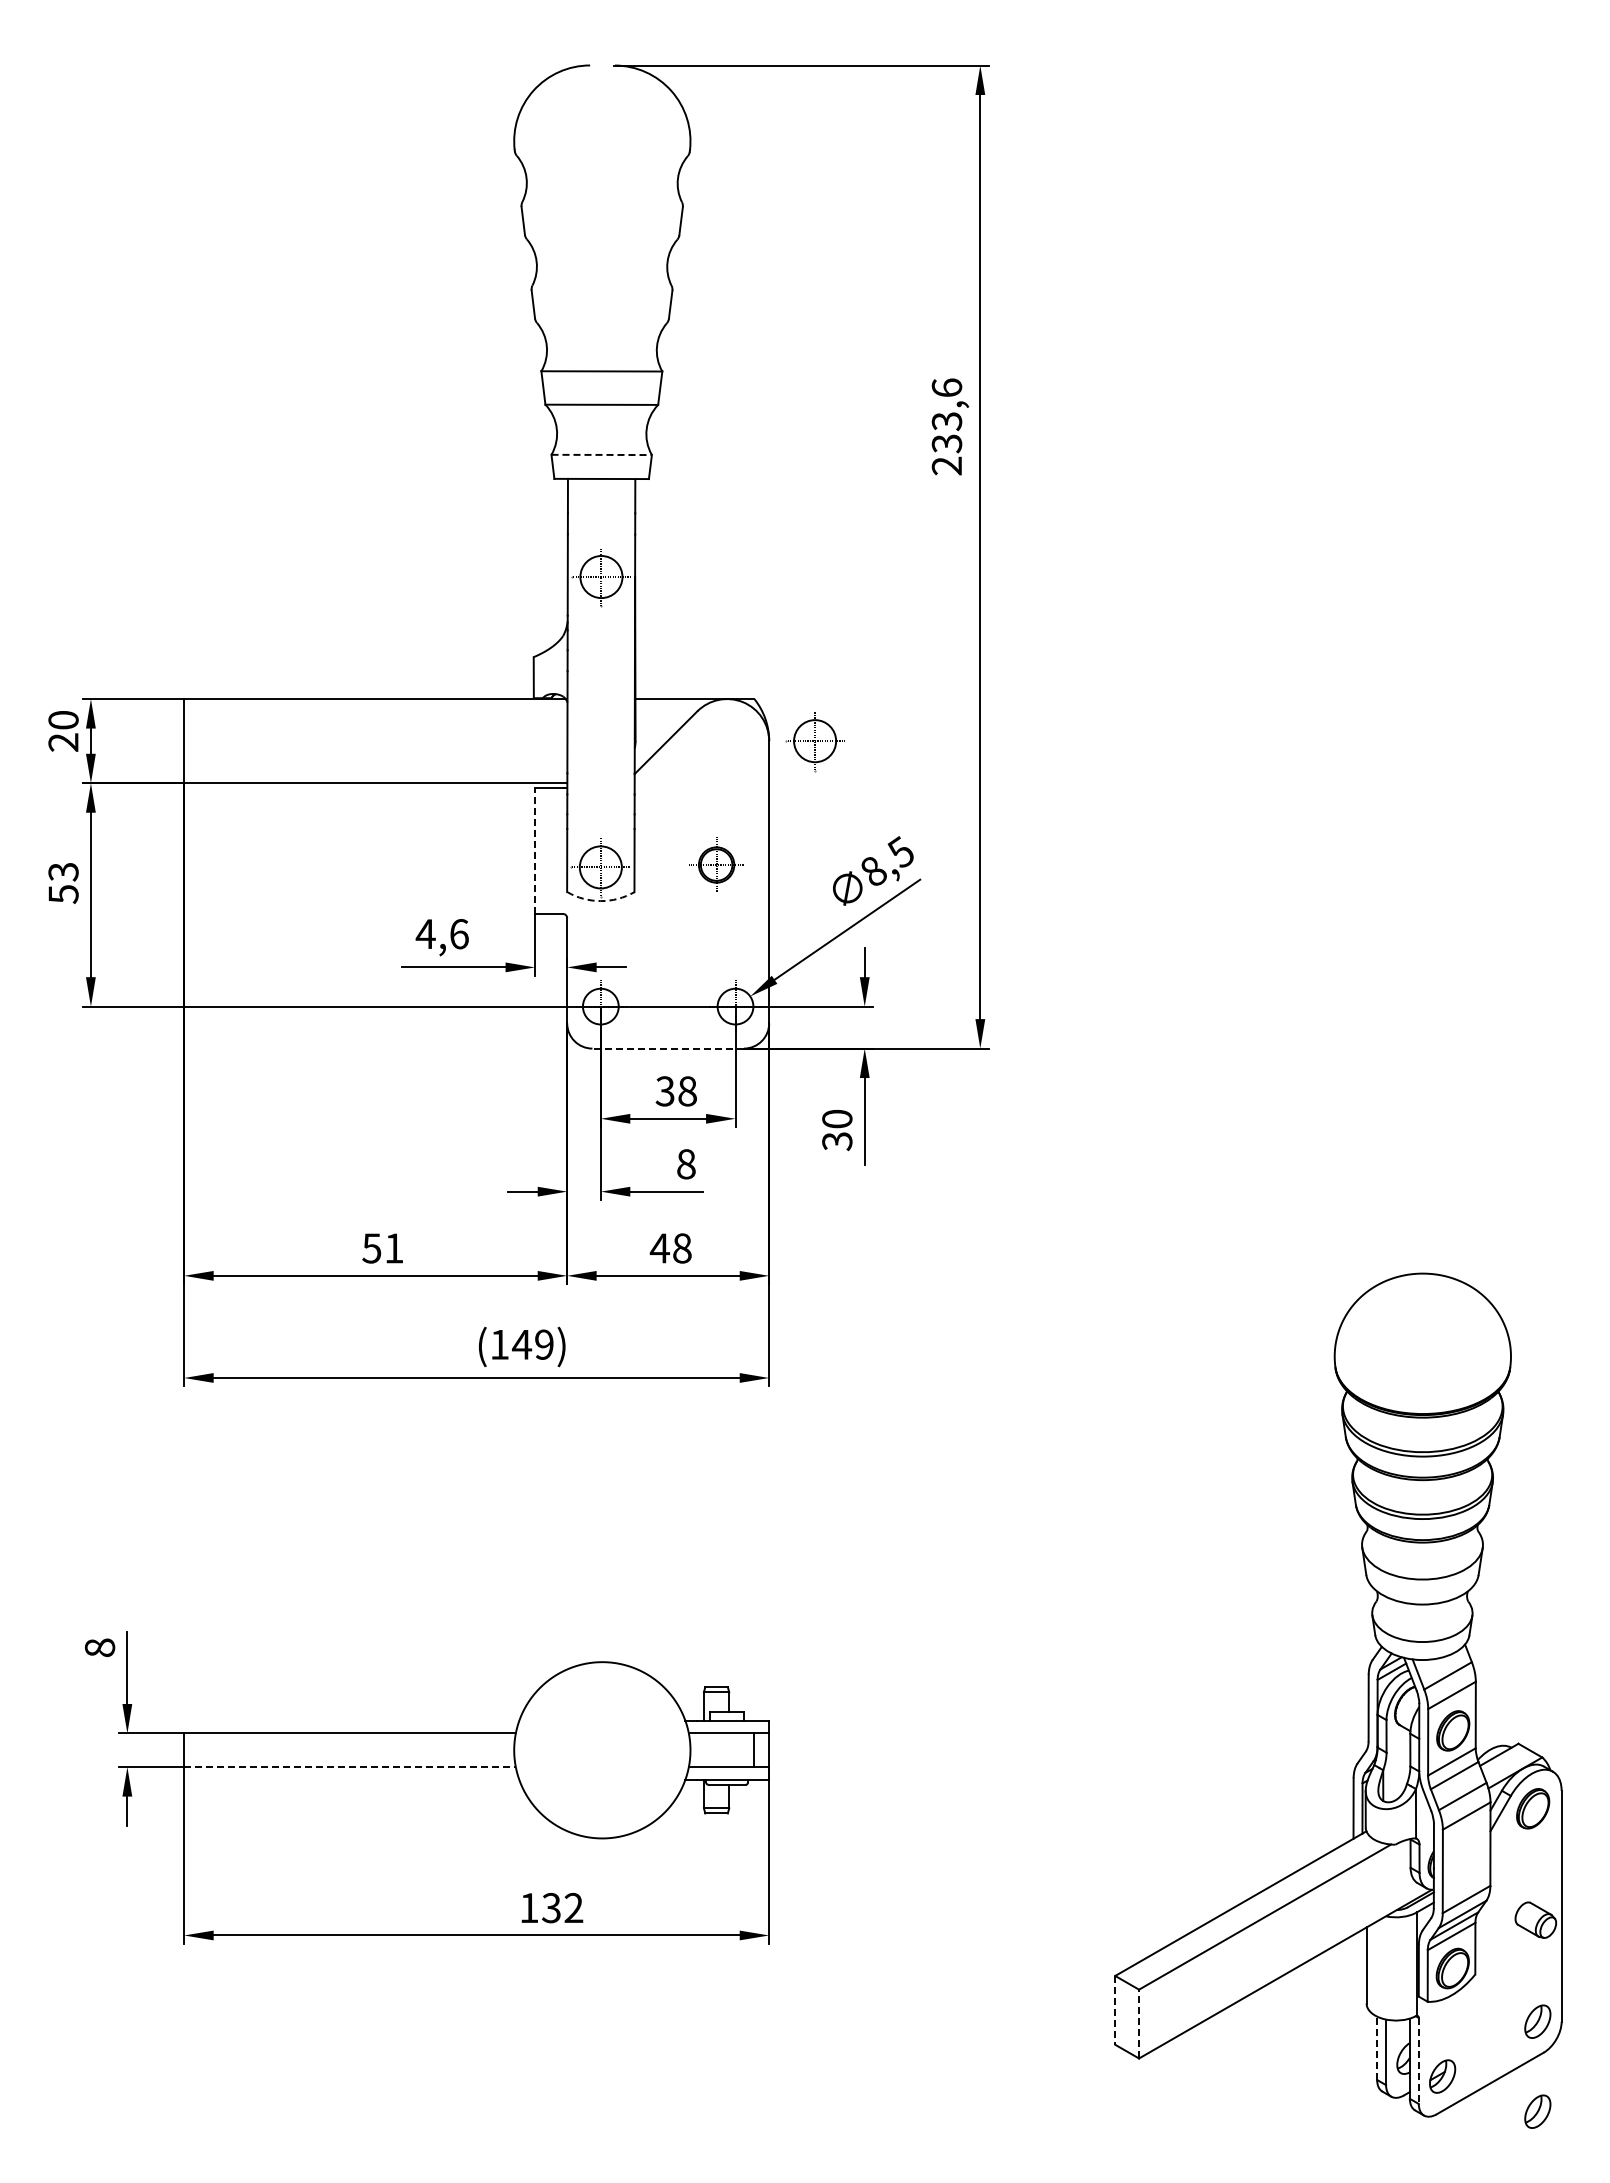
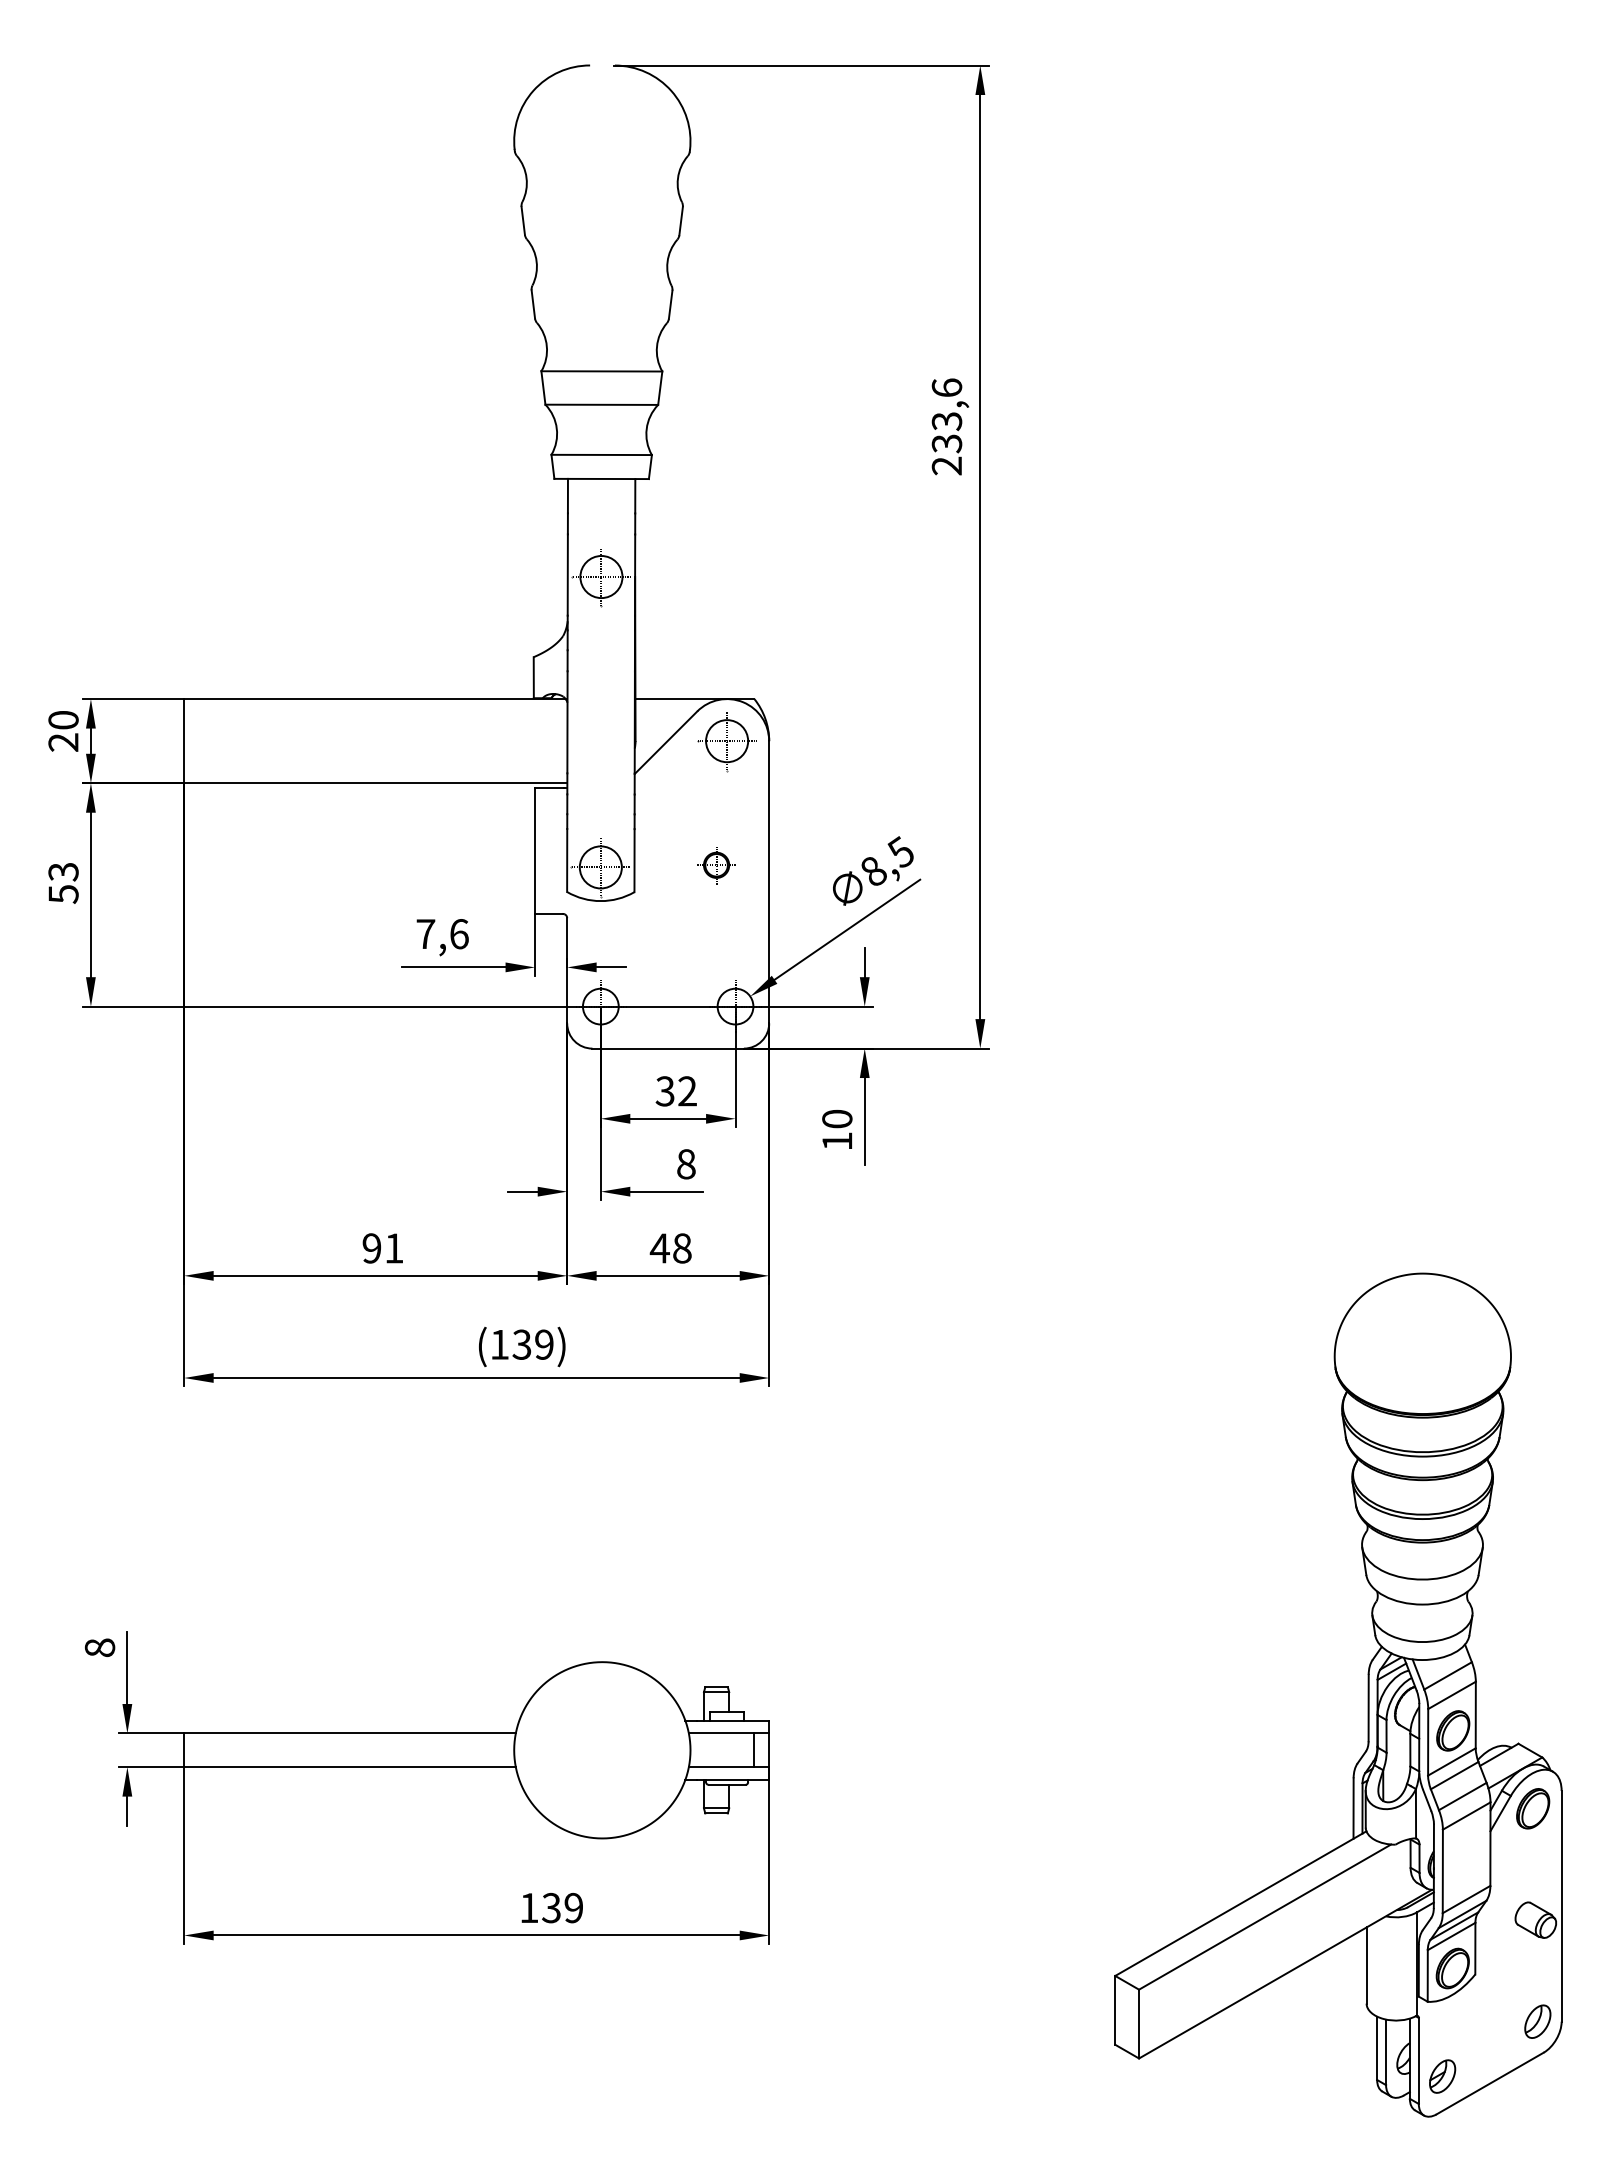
line at (602, 454): dashed -> solid
part at (814, 742) position: (814, 742) -> (726, 742)
line at (535, 850): dashed -> solid
part at (716, 864) size: 55x55 px -> 39x38 px
arc at (600, 901): dashed -> solid
text at (425, 933): 4,6 -> 7,6
line at (668, 1048): dashed -> solid
text at (687, 1091): 38 -> 32
text at (837, 1141): 30 -> 10
text at (371, 1248): 51 -> 91
text at (521, 1344): (149 -> (139
line at (350, 1767): dashed -> solid
text at (573, 1908): 132 -> 139
line at (1115, 2010): dashed -> solid
line at (1139, 2023): dashed -> solid
line at (1377, 2048): dashed -> solid
line at (1418, 2061): dashed -> solid
part at (1537, 2111): present -> none
